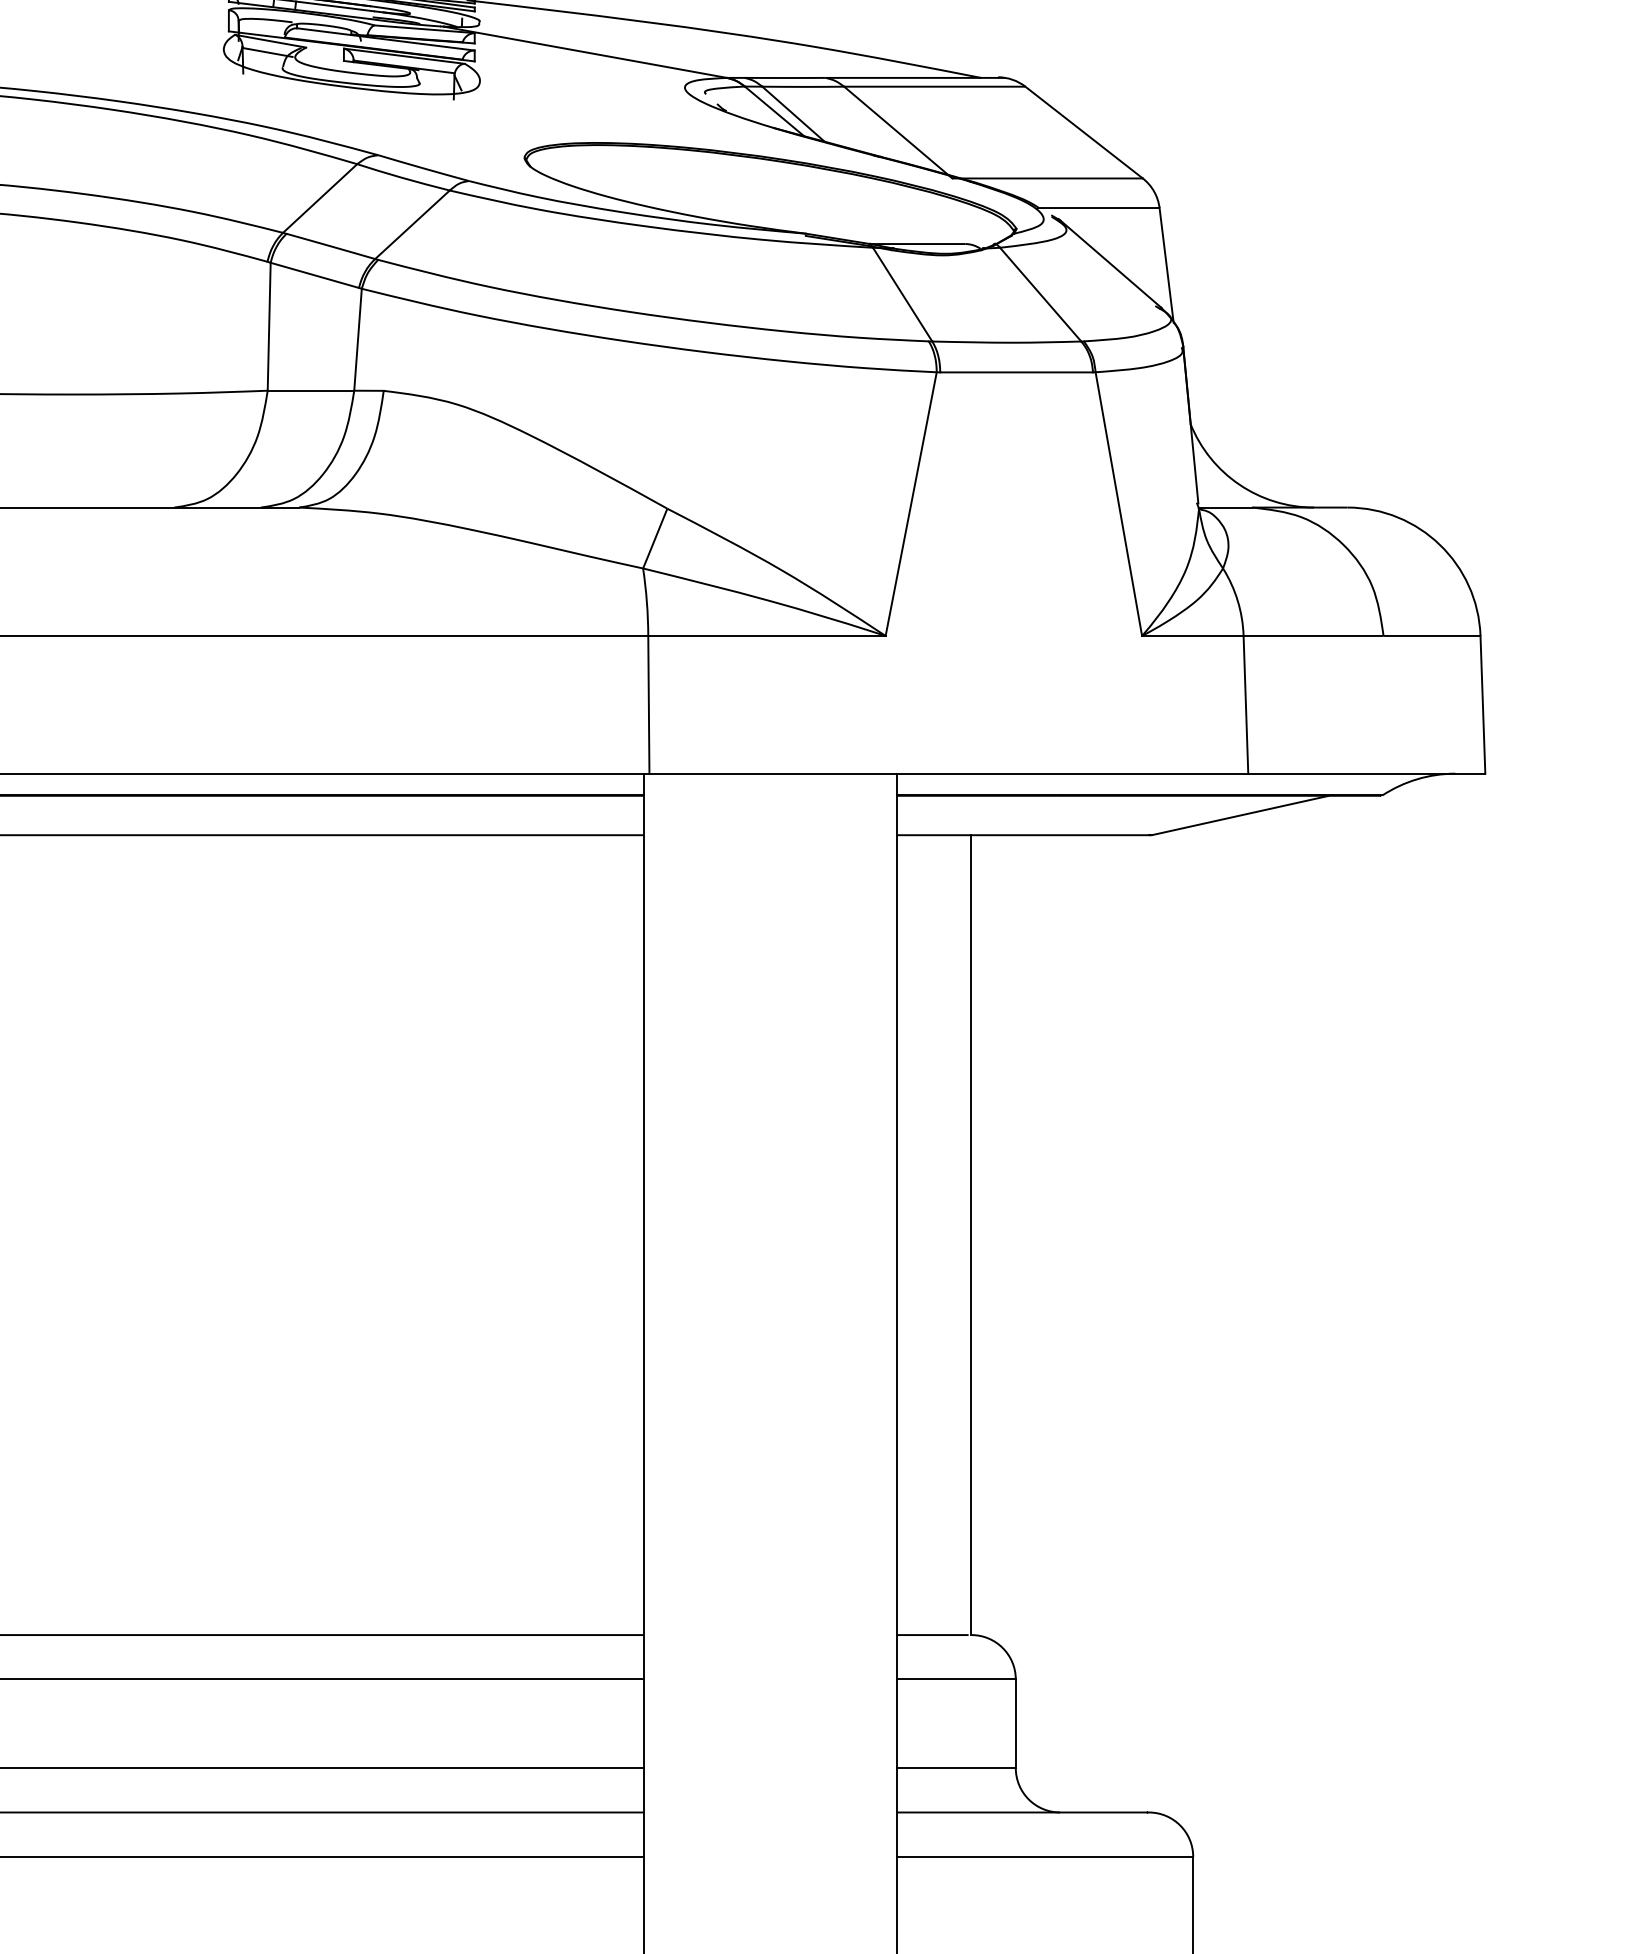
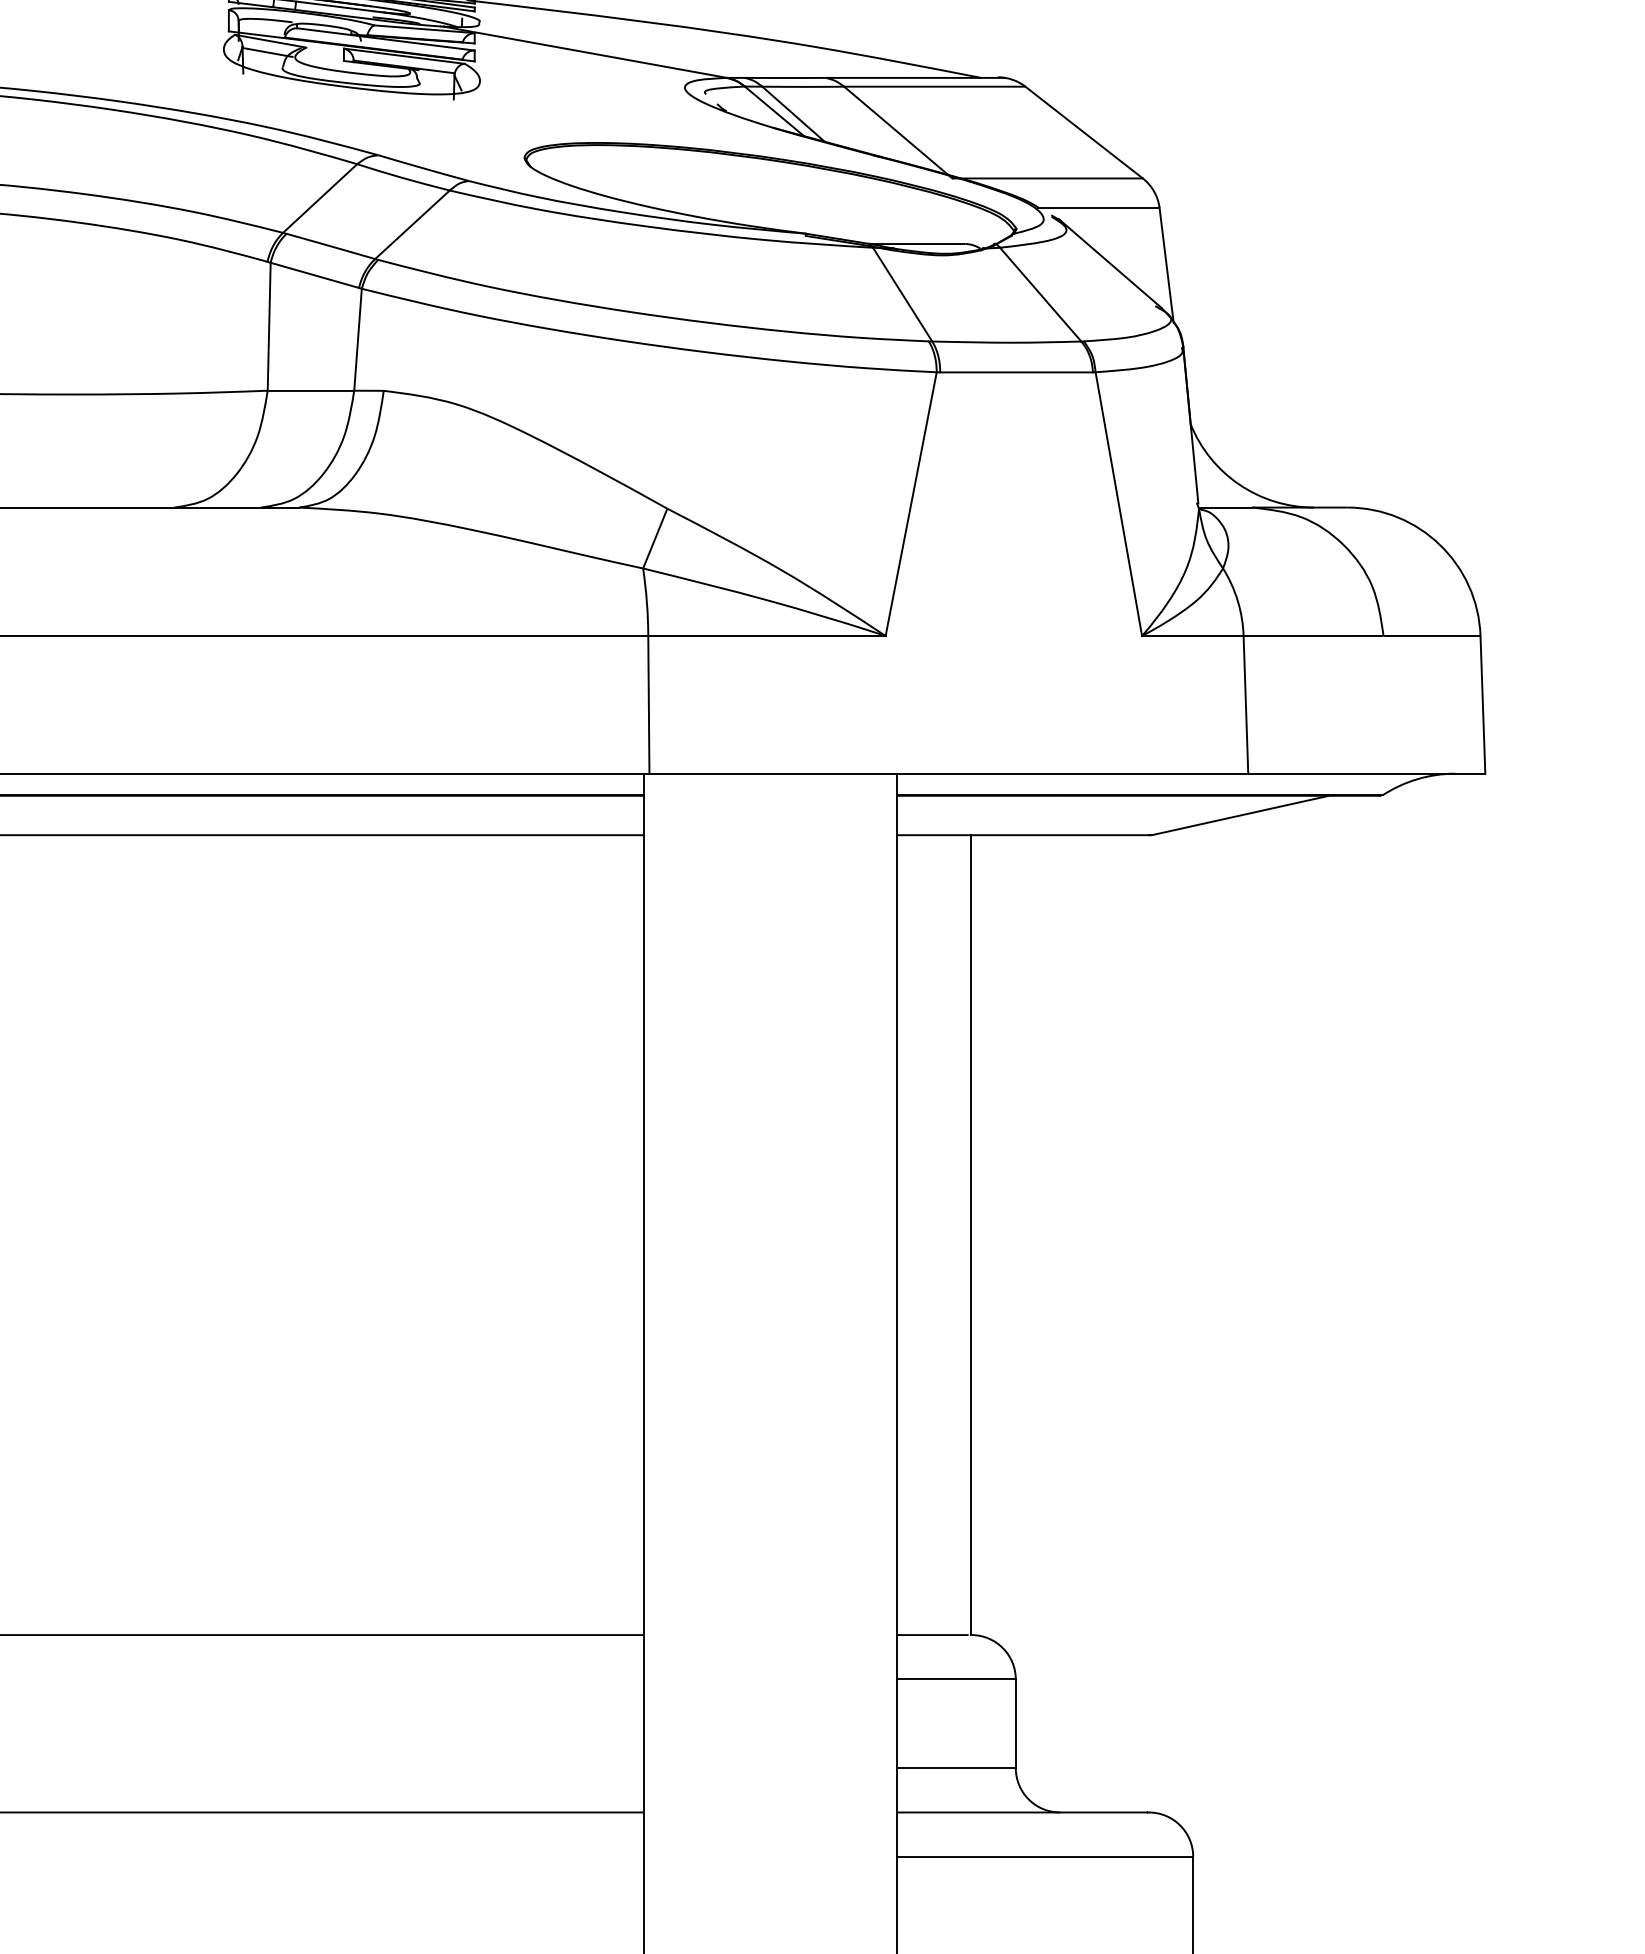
line at (322, 1679): present -> none
line at (322, 1768): present -> none
line at (322, 1856): present -> none
